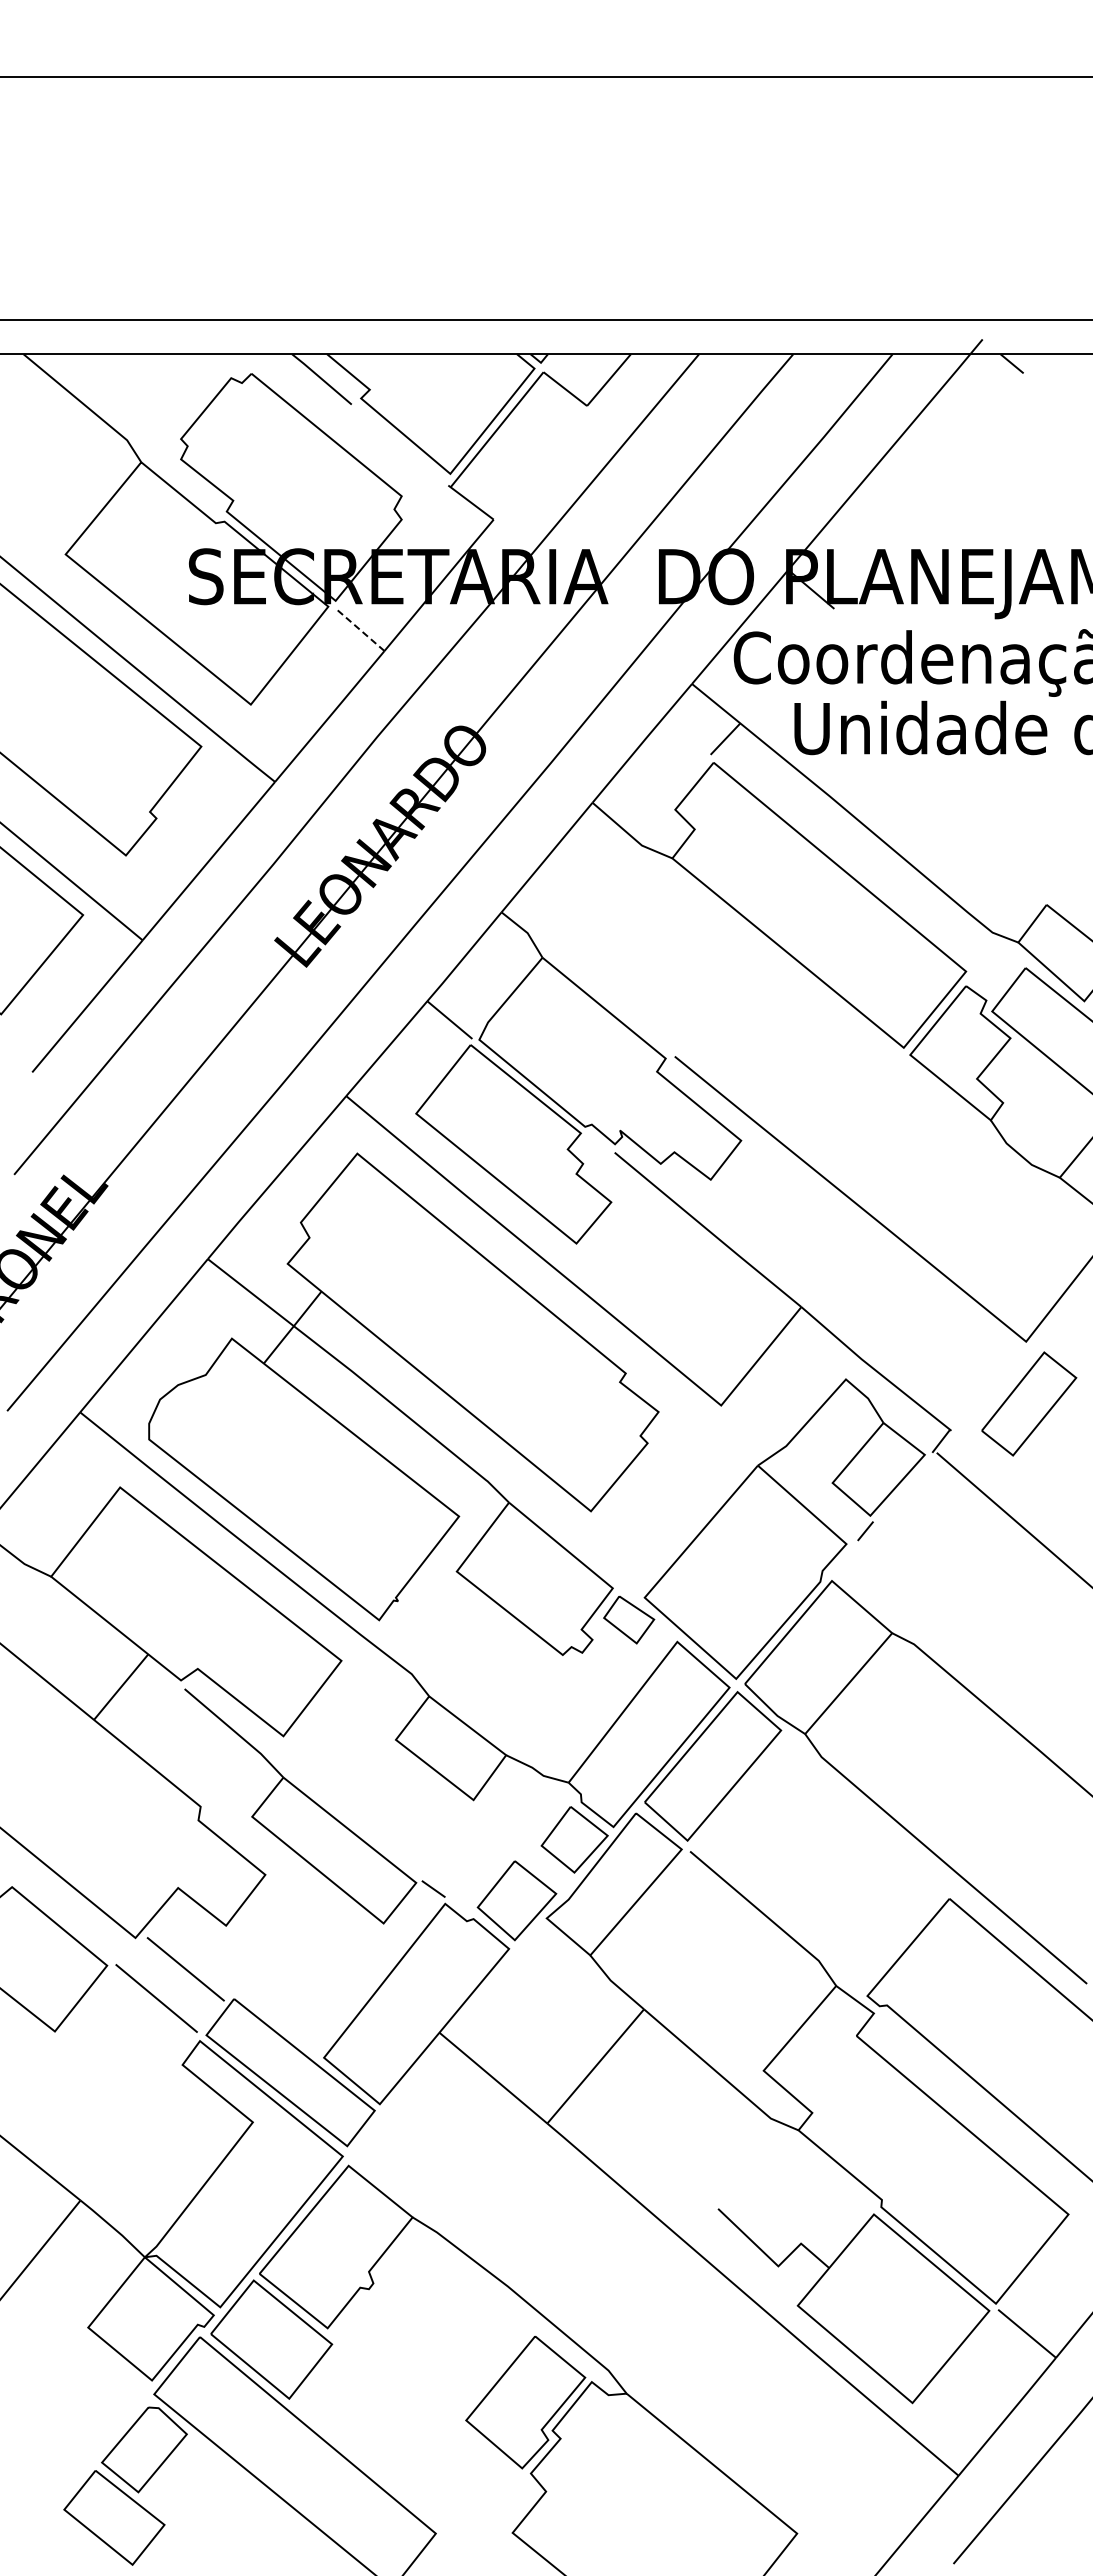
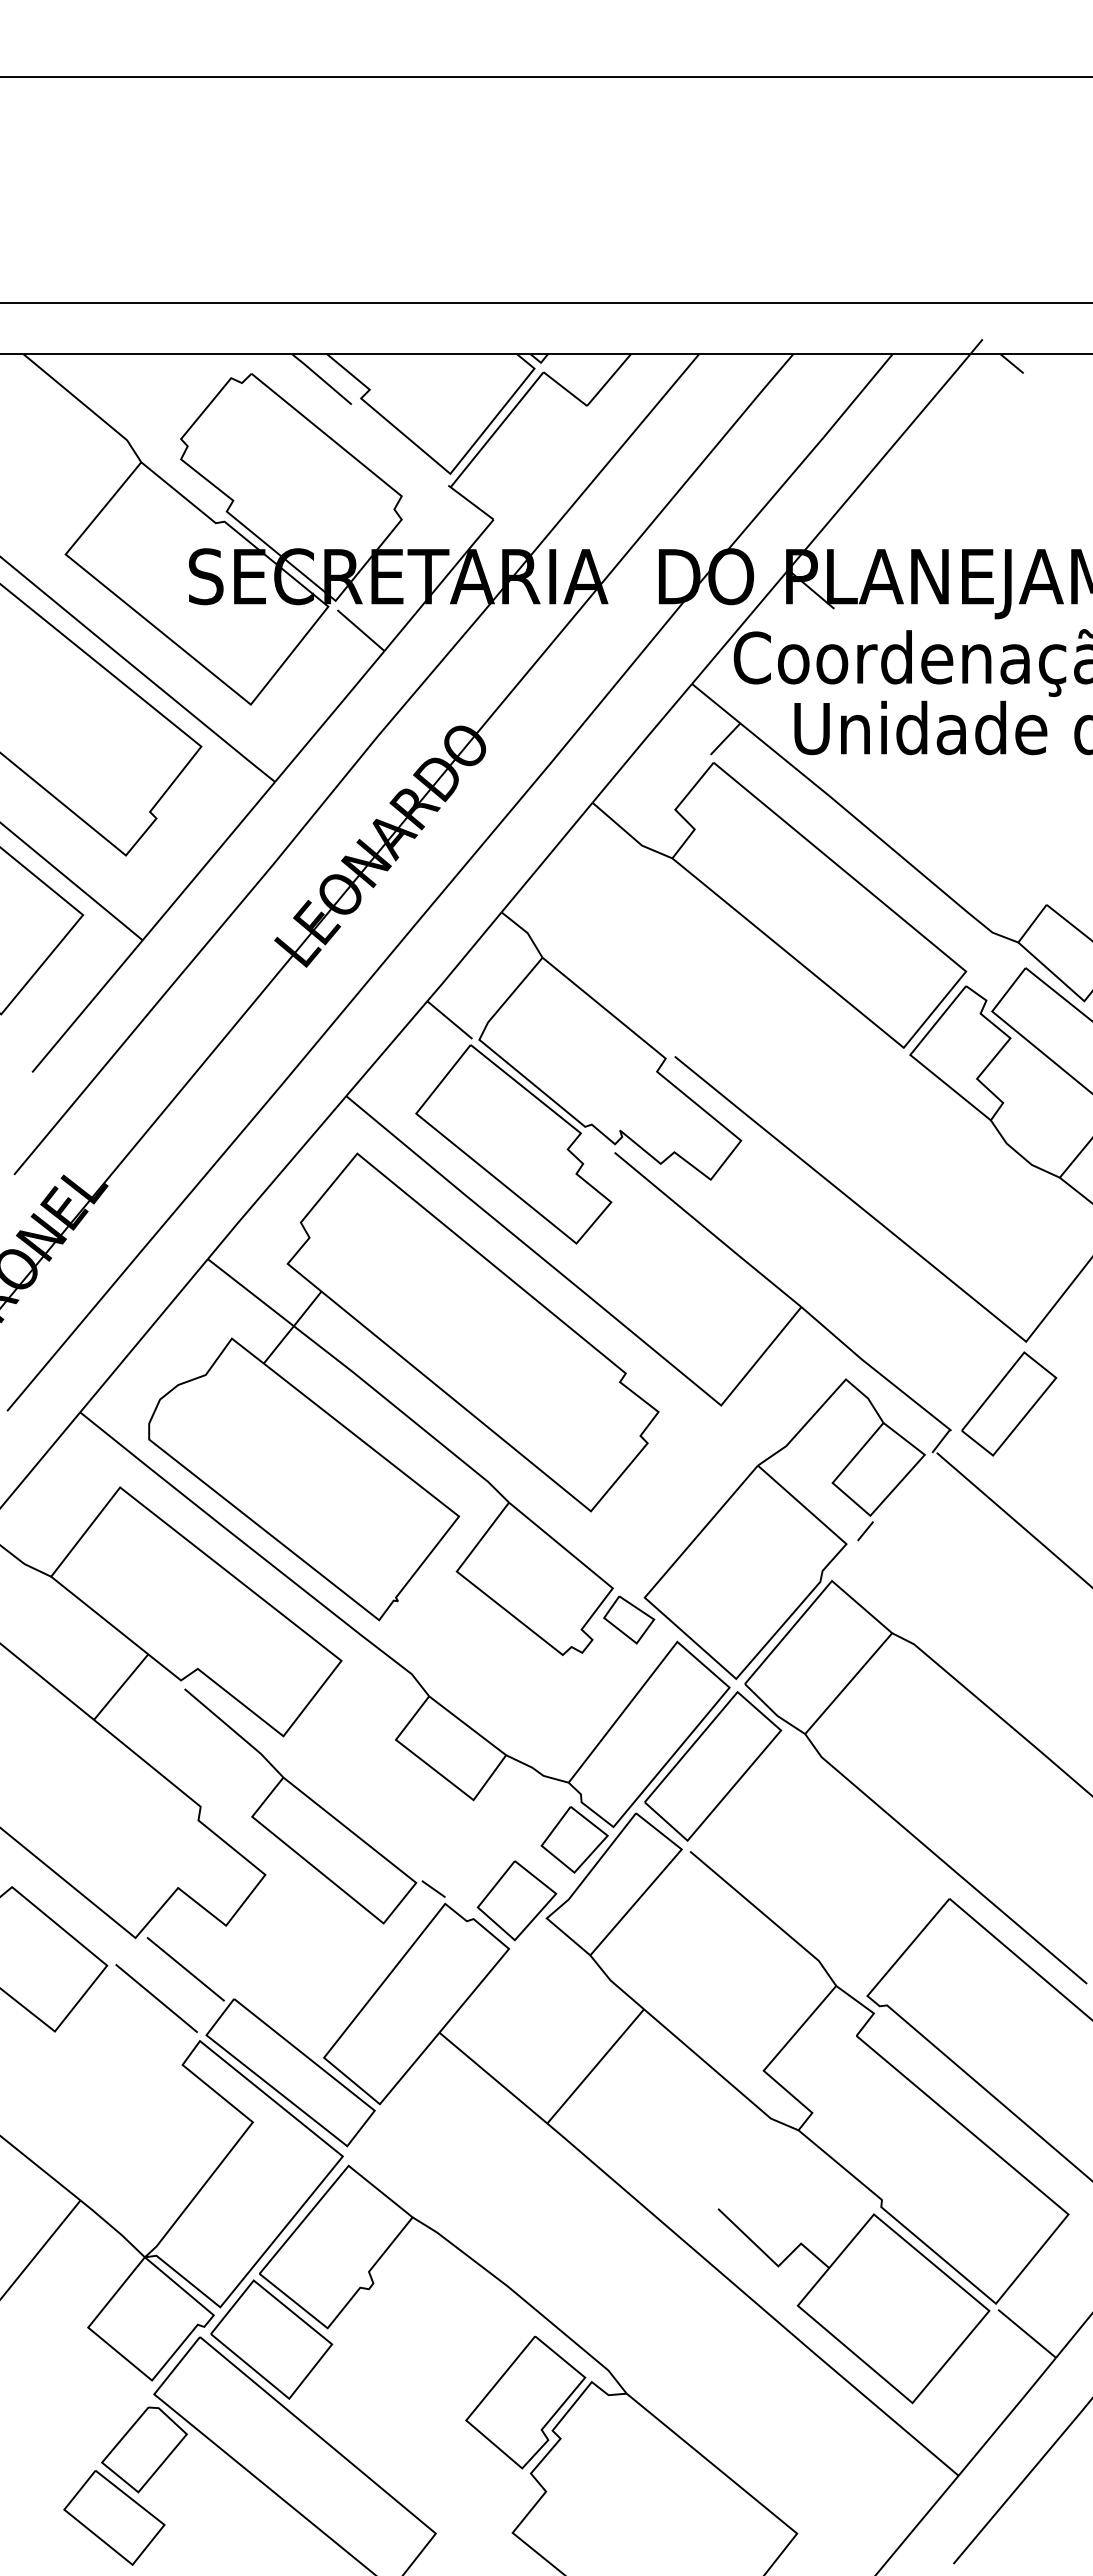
line at (545, 320) position: (545, 320) -> (545, 303)
line at (360, 630): dashed -> solid
part at (1029, 1403) position: (1029, 1403) -> (1009, 1403)
